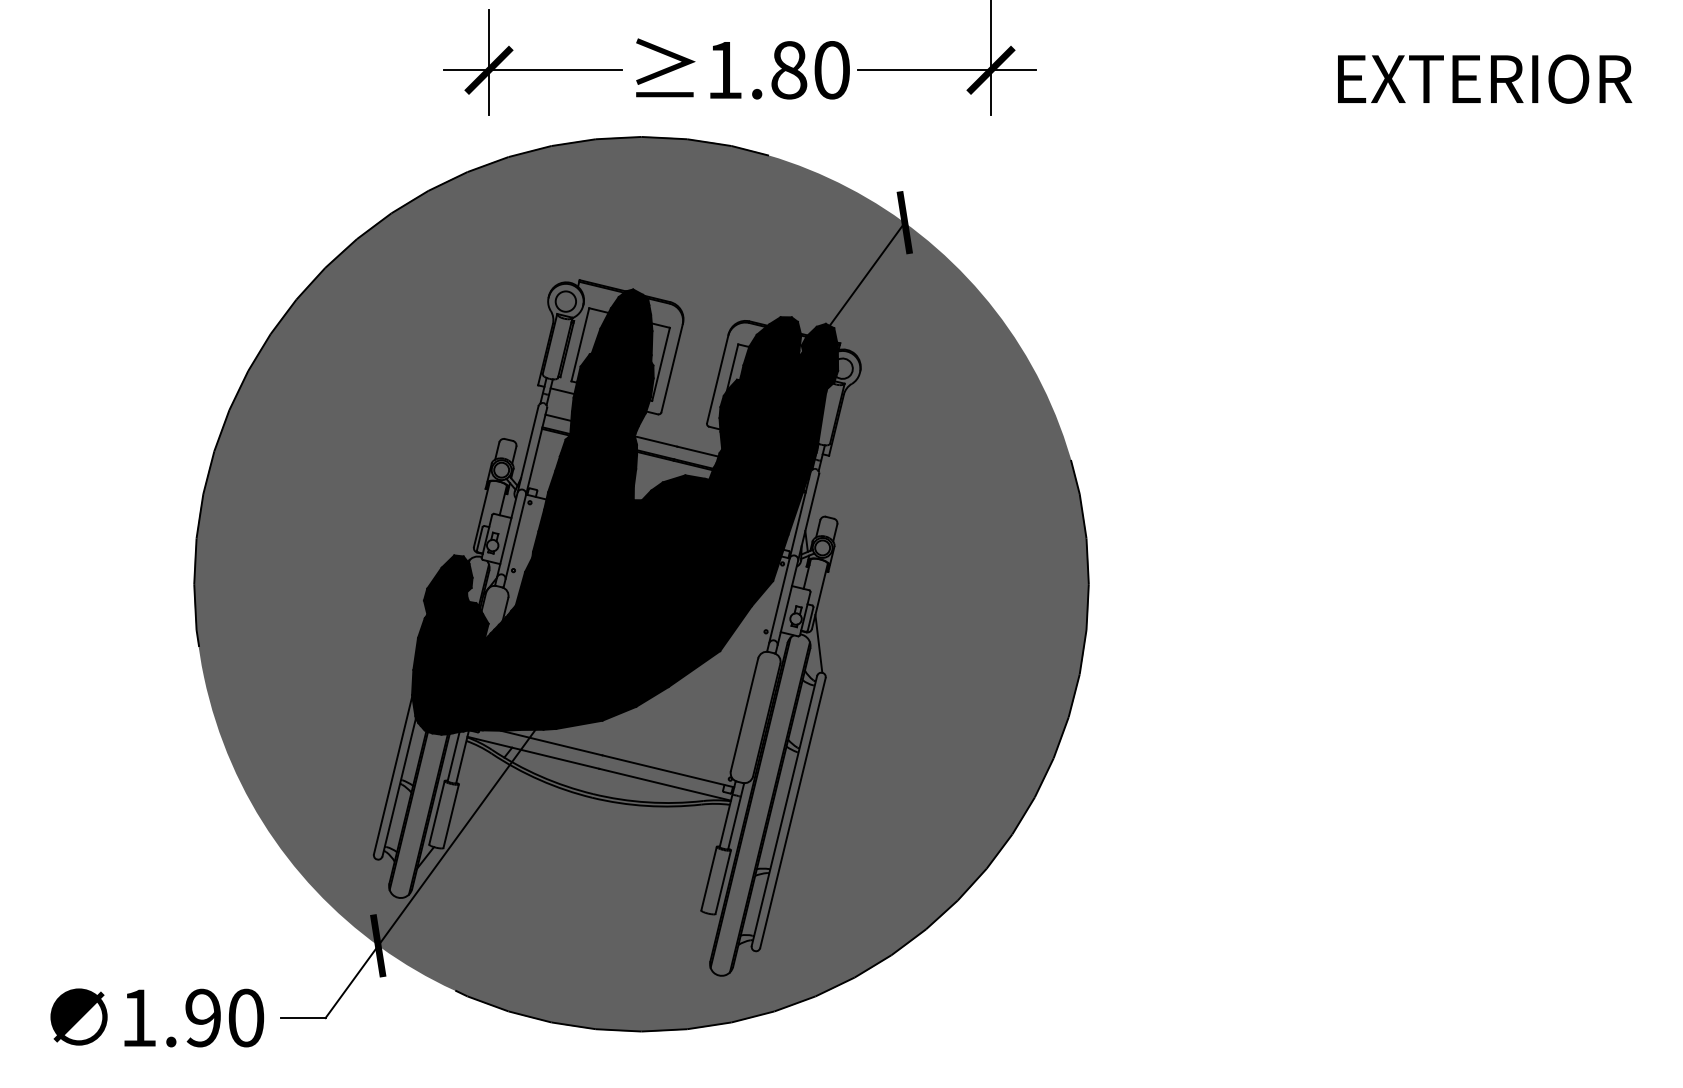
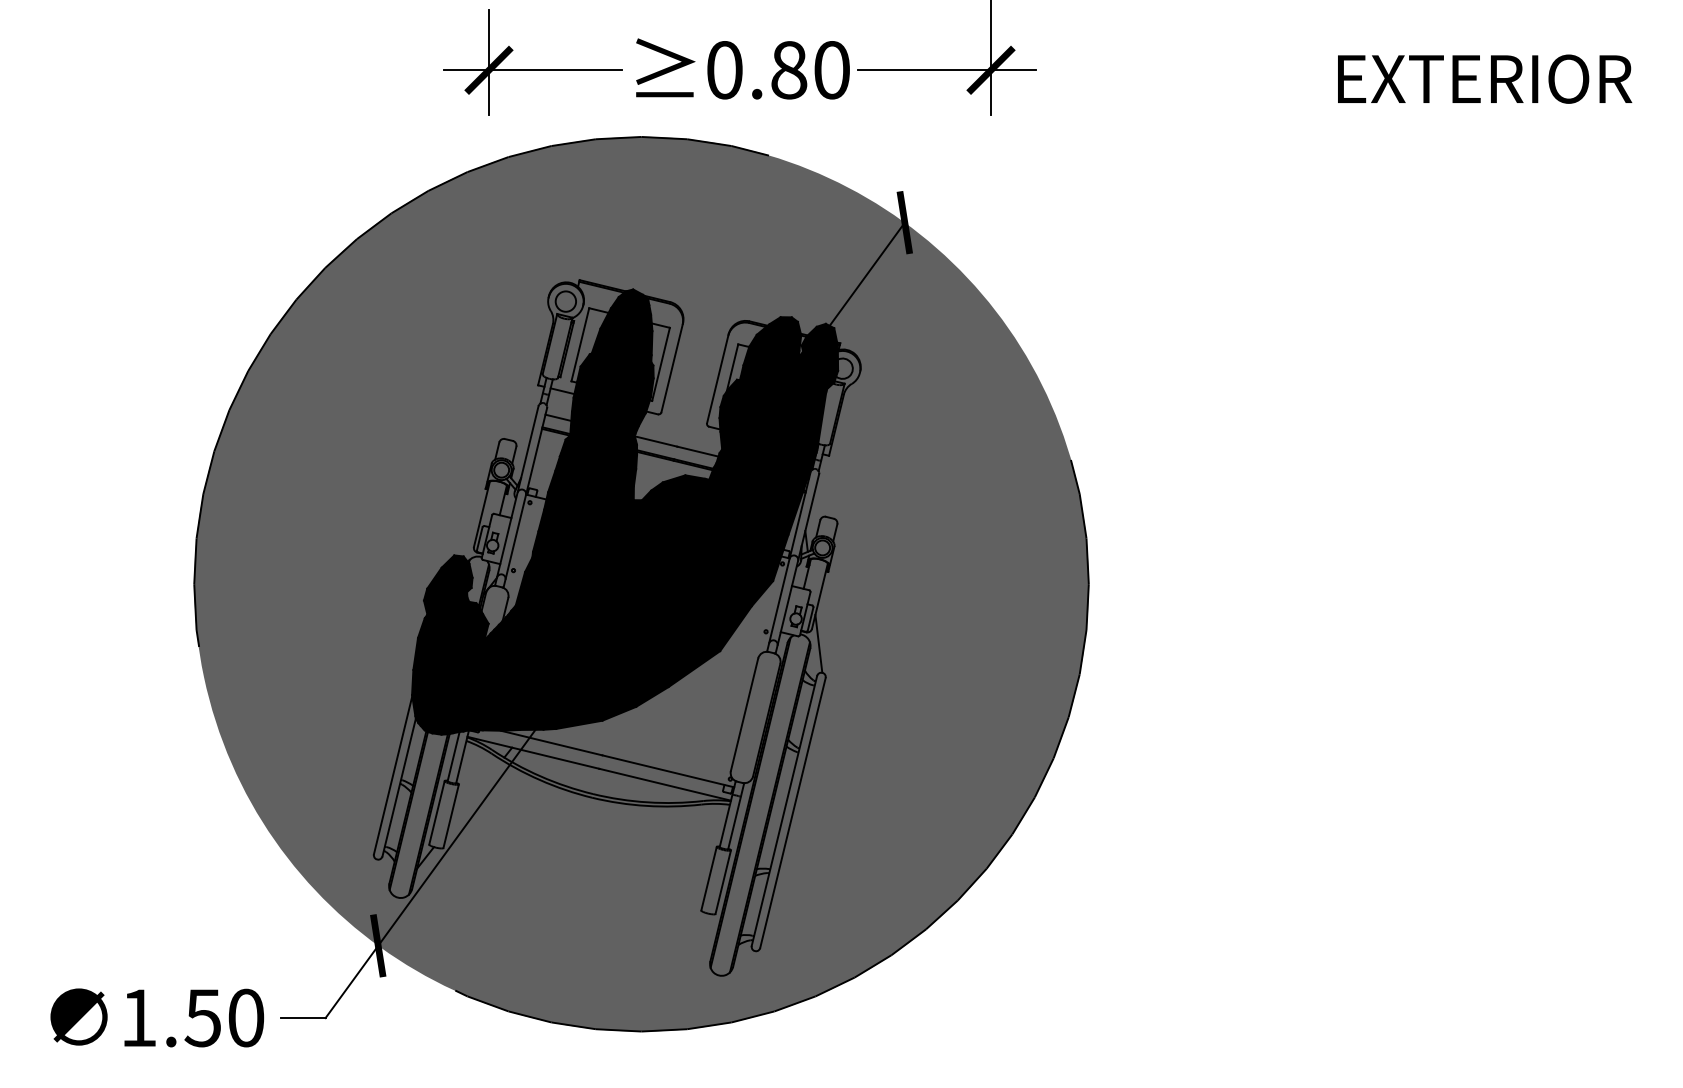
text at (724, 70): 1.80 -> 0.80
text at (202, 1017): 1.90 -> 1.50
